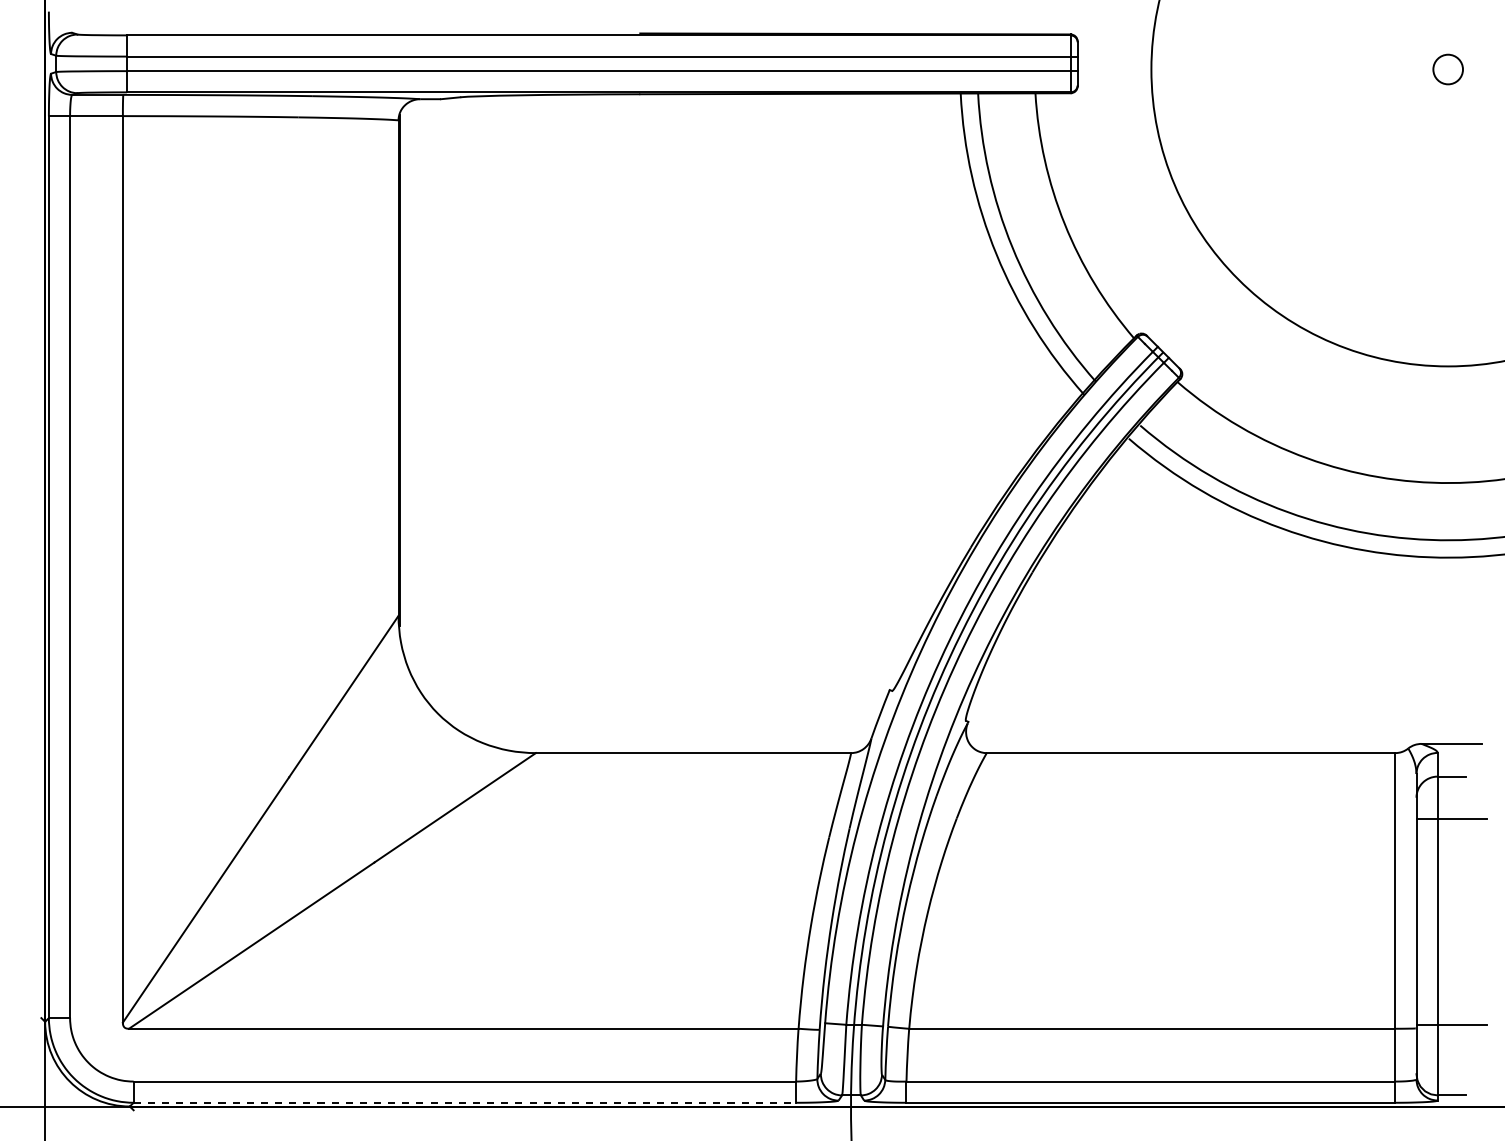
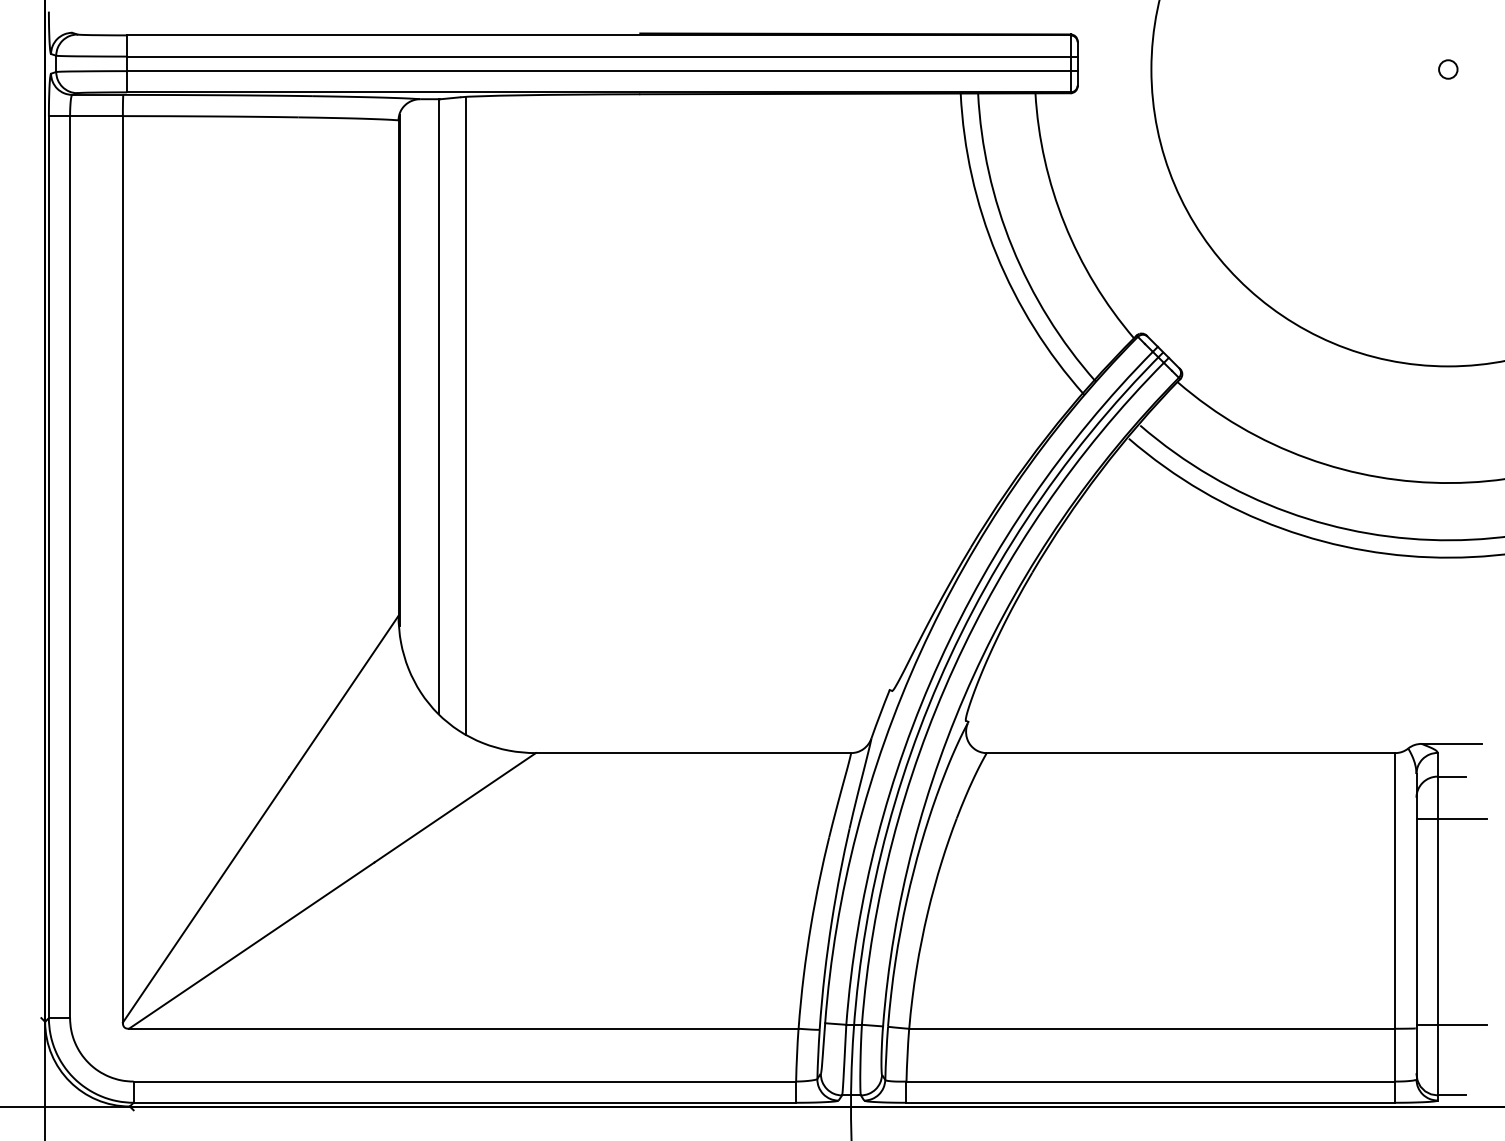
circle at (1447, 69) size: 32x33 px -> 21x21 px
line at (438, 406): none -> present
line at (466, 415): none -> present
line at (465, 1102): dashed -> solid
